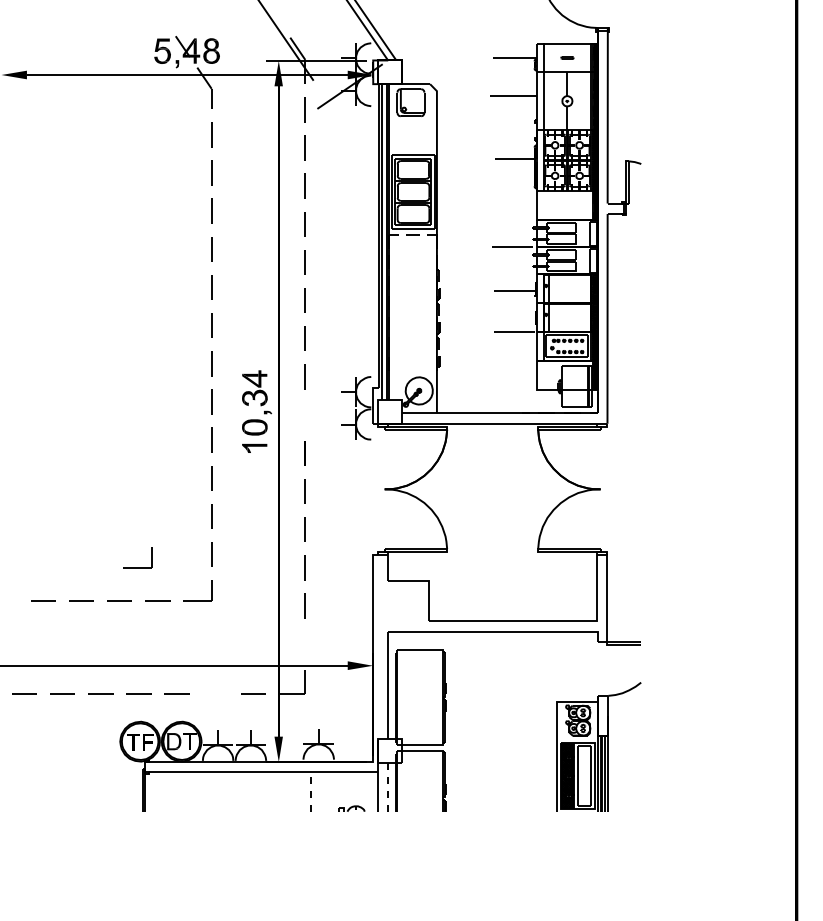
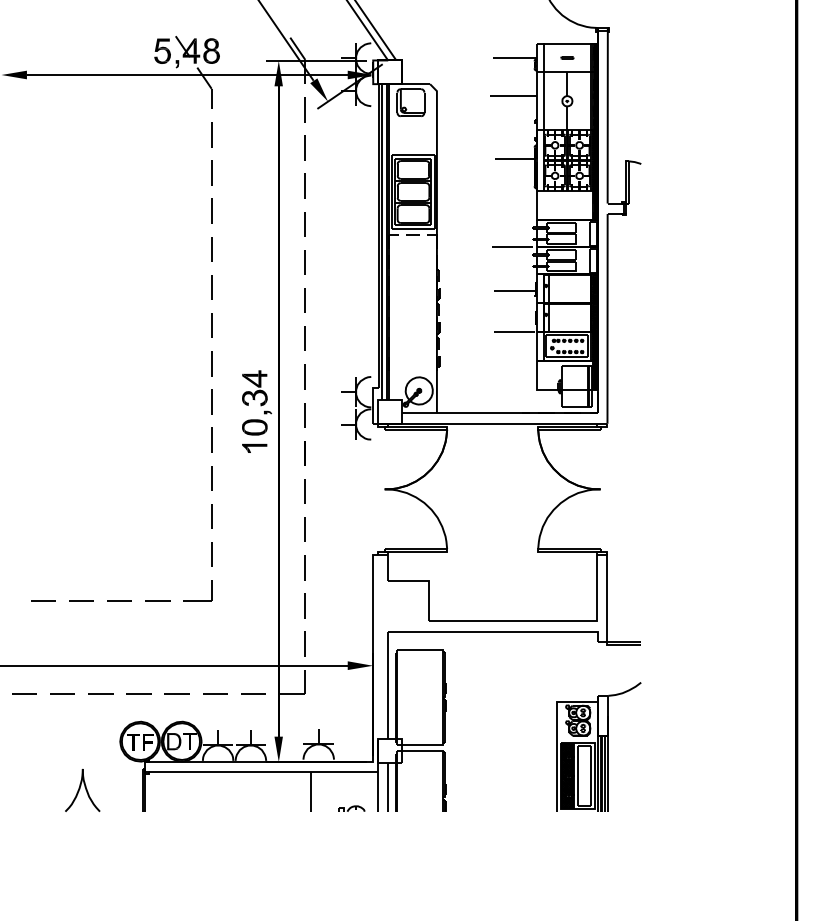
fill at (319, 89): none -> present
line at (304, 415): none -> present
part at (137, 567): present -> none
line at (304, 643): none -> present
line at (215, 693): none -> present
line at (388, 786): dashed -> solid
part at (82, 790): none -> present
line at (310, 792): dashed -> solid
